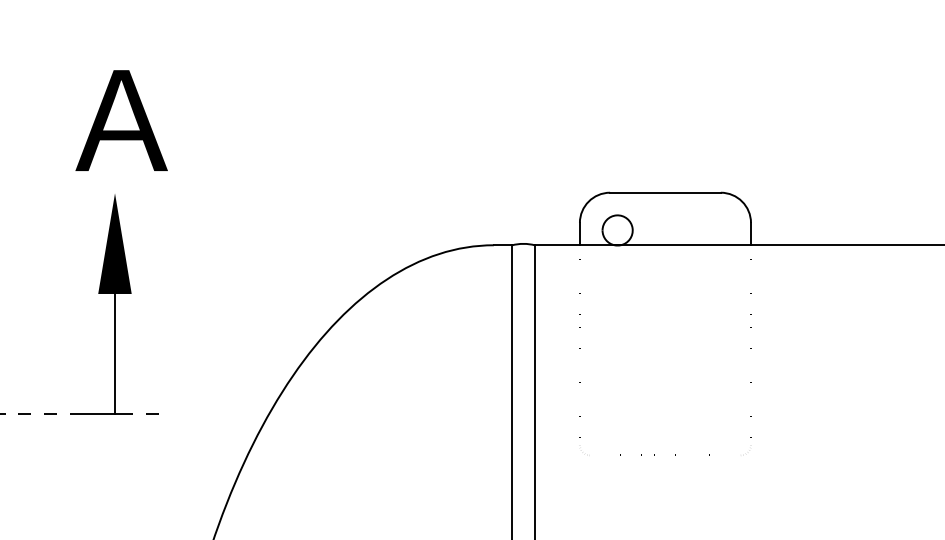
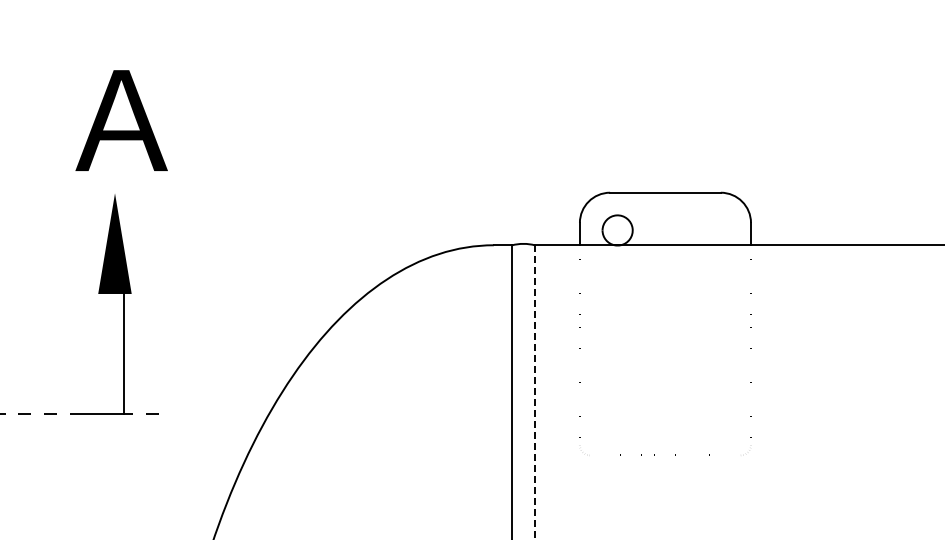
line at (115, 353) position: (115, 353) -> (124, 353)
line at (535, 393): solid -> dashed
